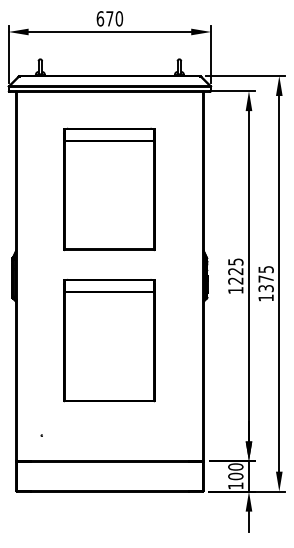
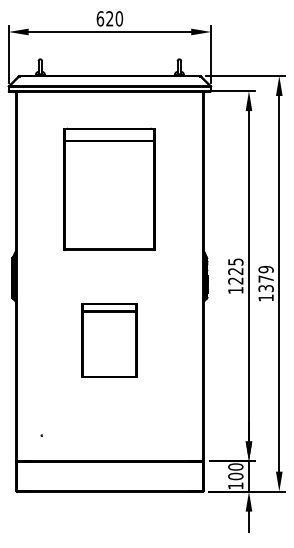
text at (109, 18): 670 -> 620
text at (265, 269): 1375 -> 1379
part at (109, 340) size: 93x124 px -> 57x75 px
